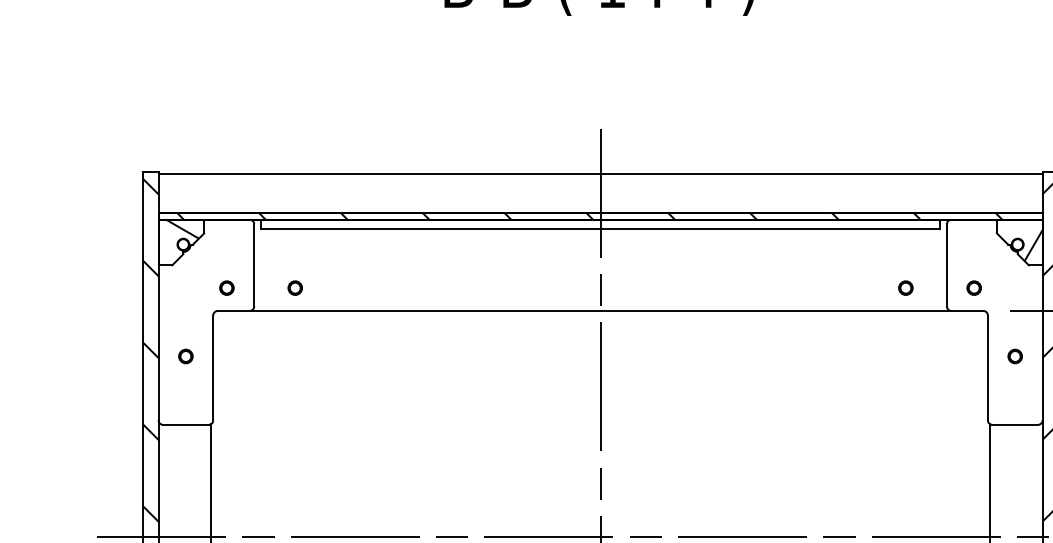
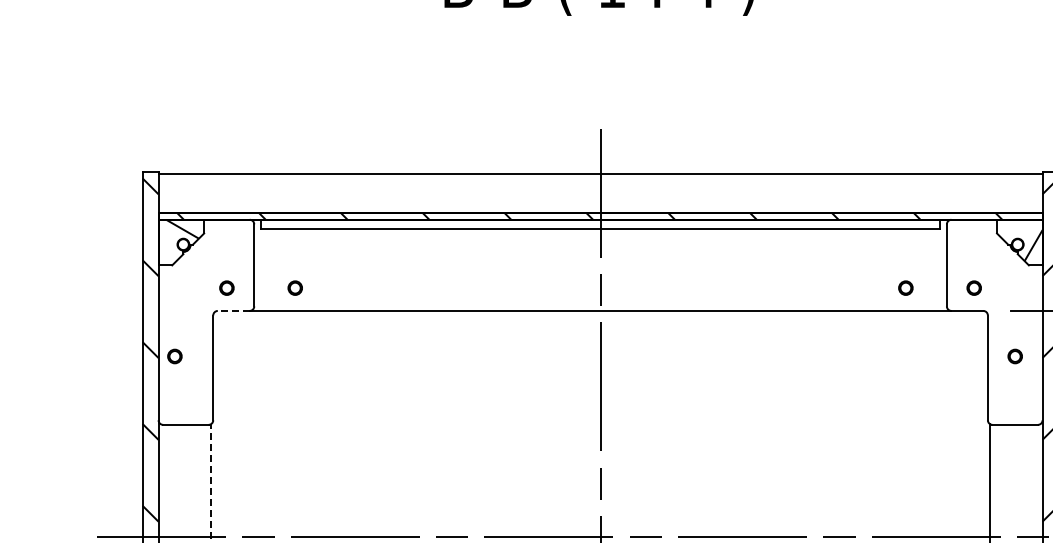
line at (233, 310): solid -> dashed
part at (185, 356) position: (185, 356) -> (174, 356)
line at (210, 483): solid -> dashed
